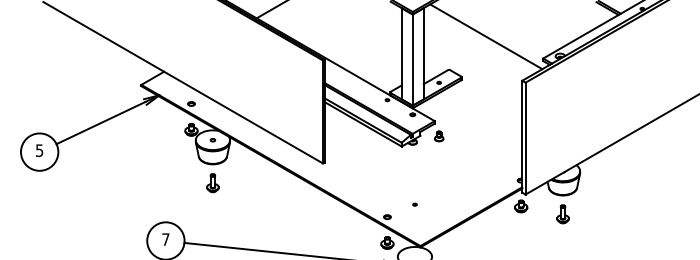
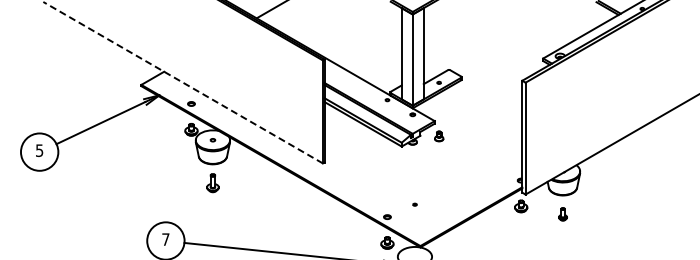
line at (486, 36): present -> none
line at (182, 82): solid -> dashed
part at (562, 214) size: 14x21 px -> 10x15 px
